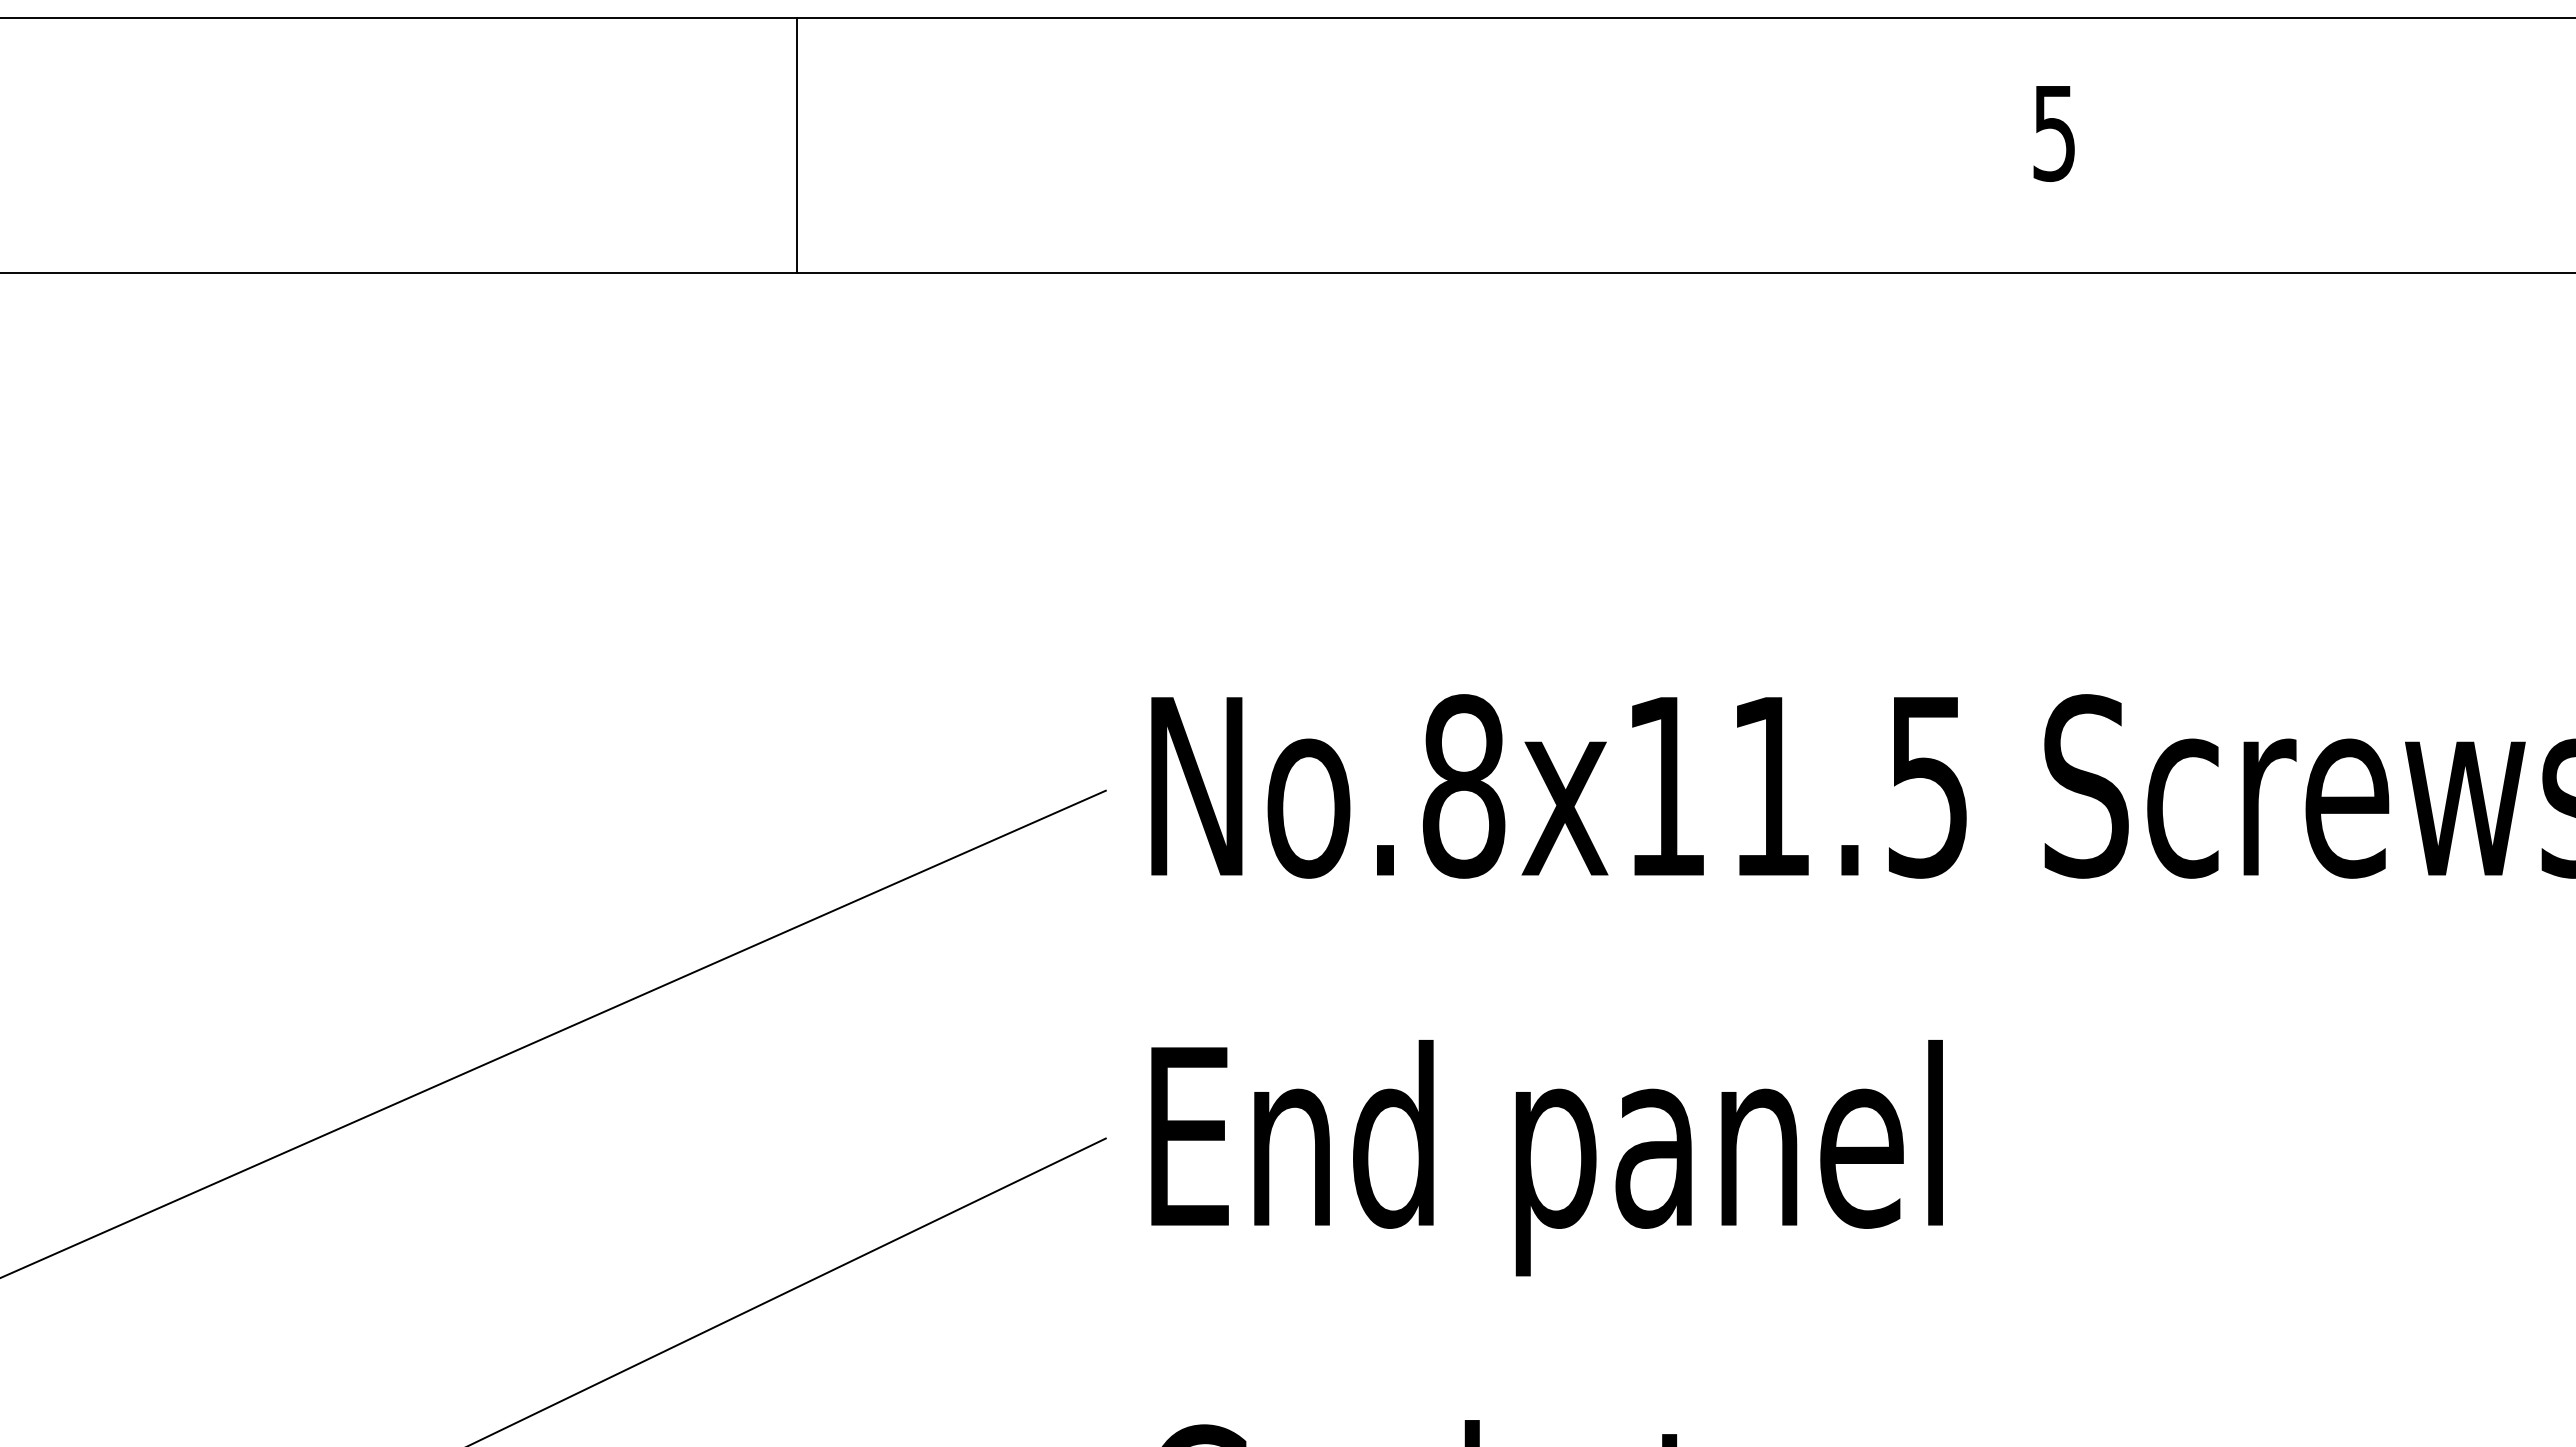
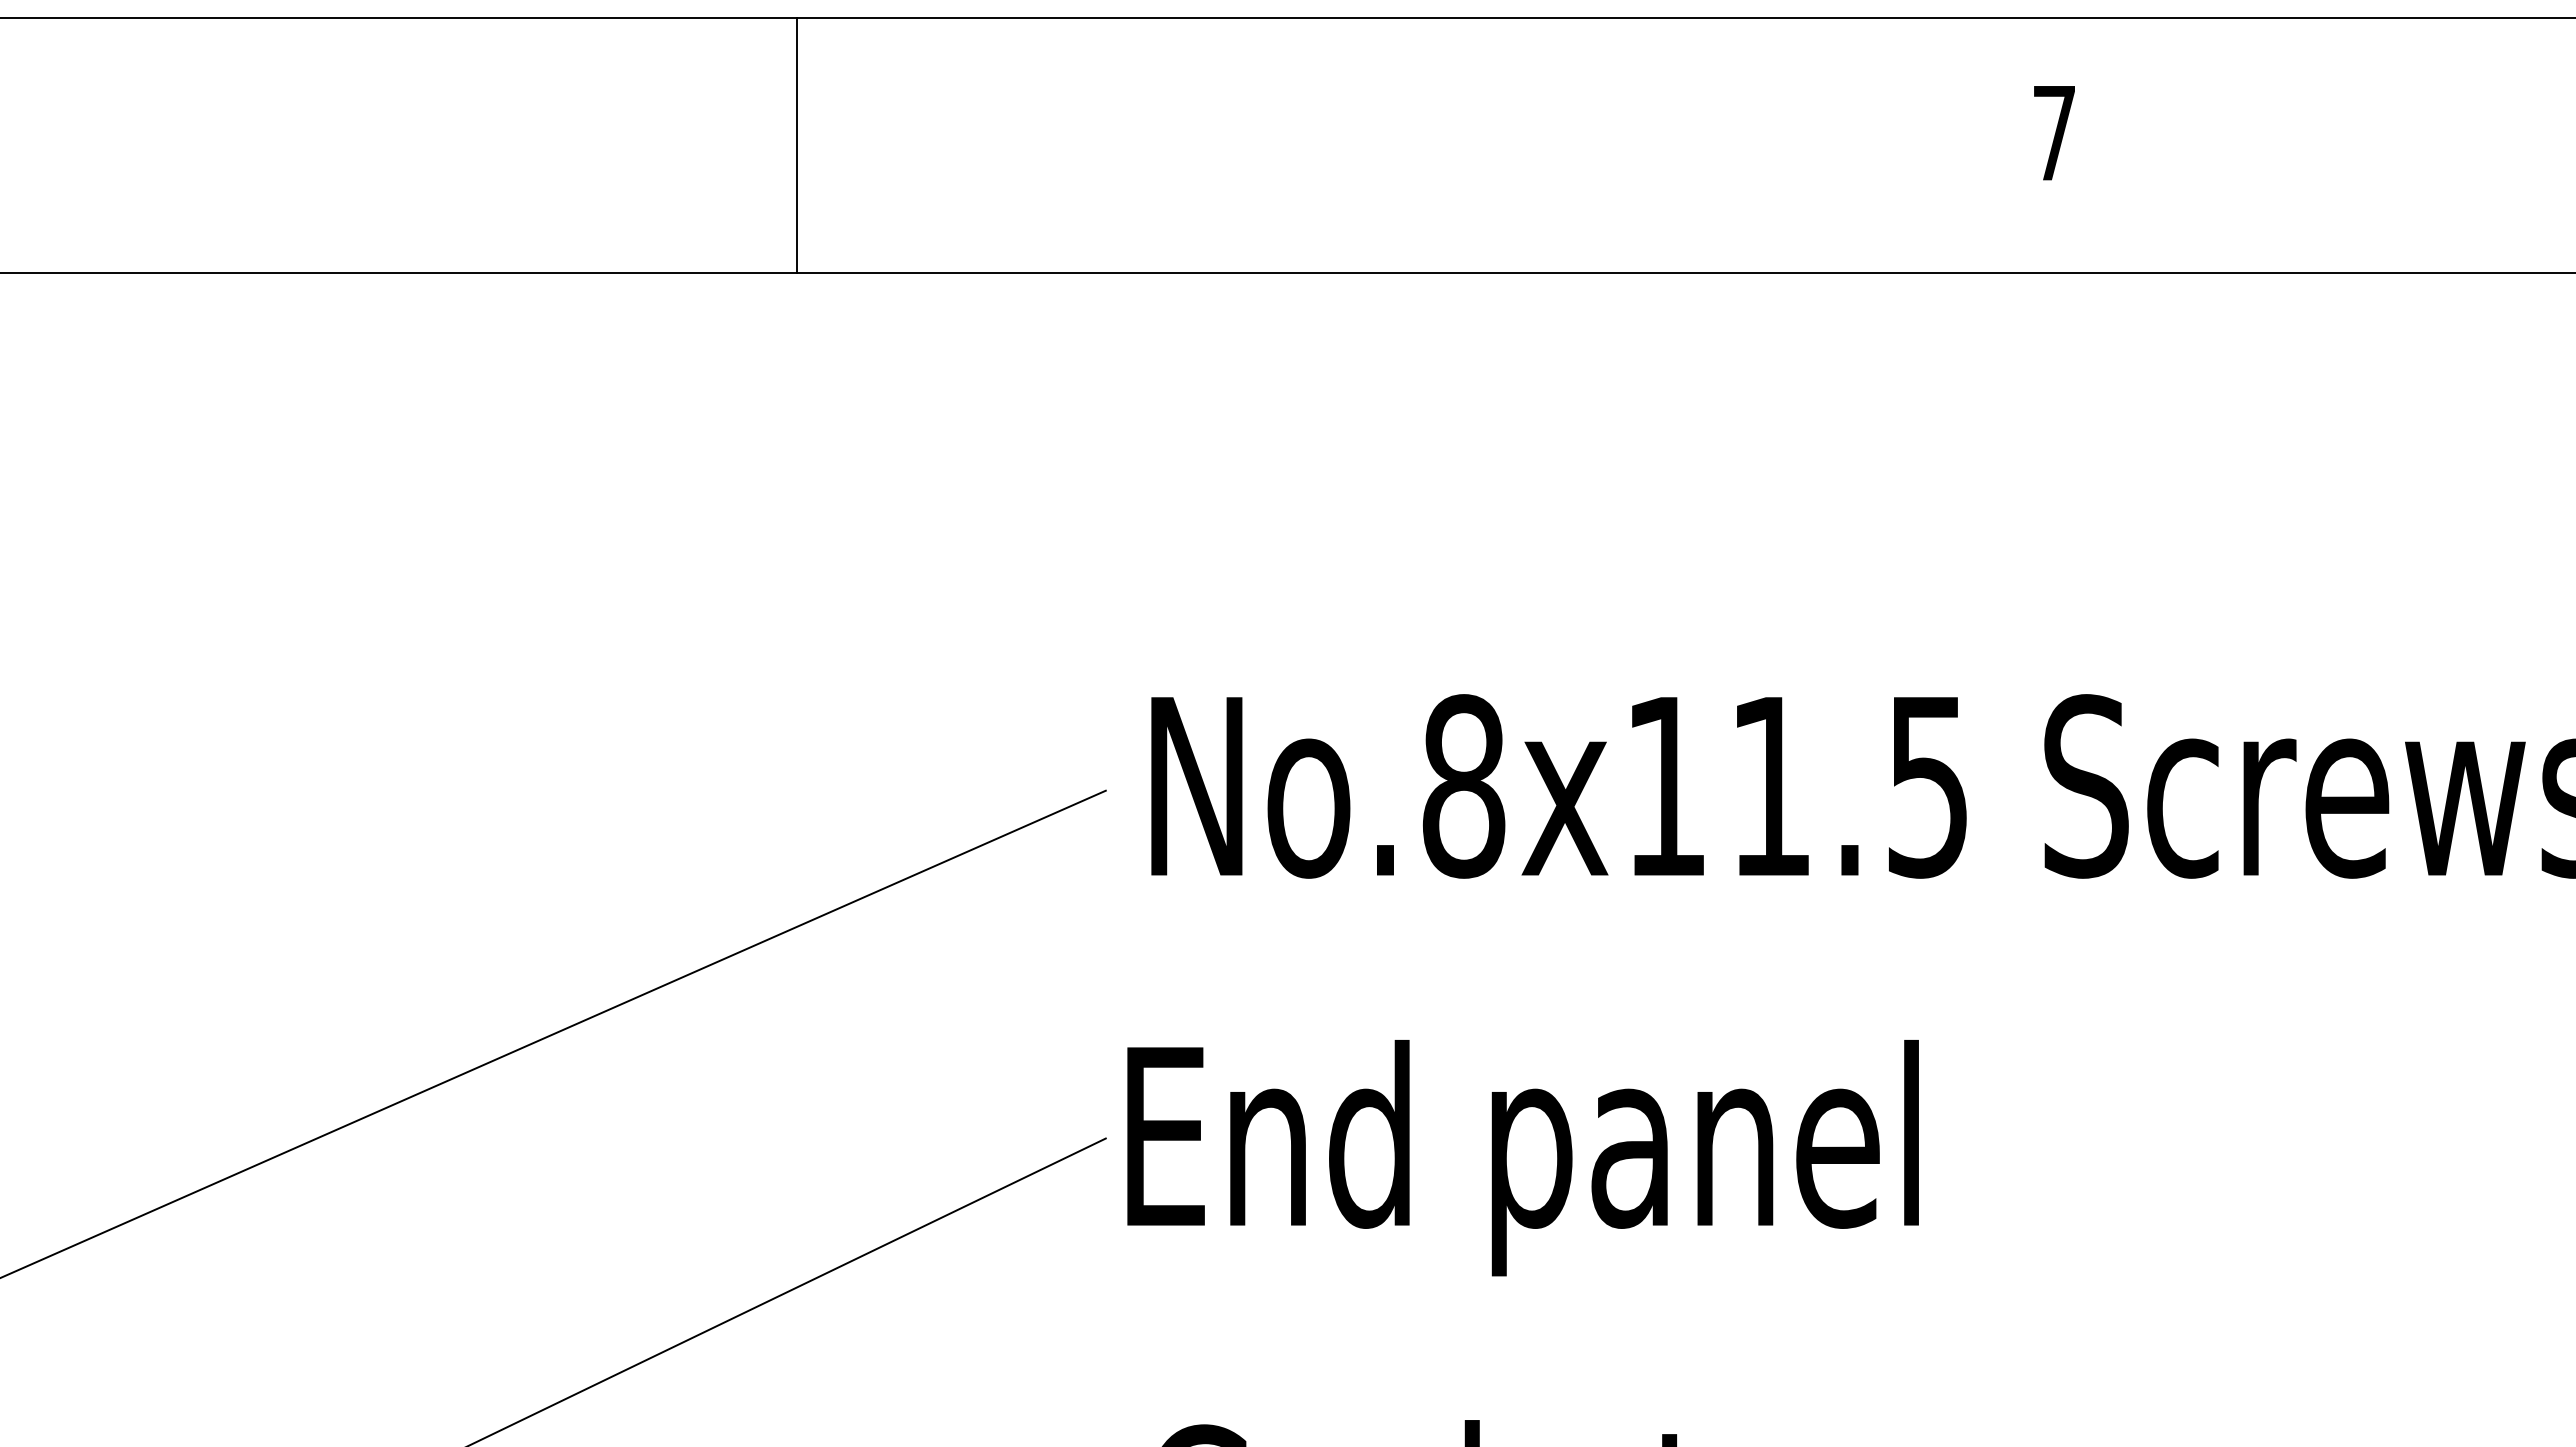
text at (2053, 134): 5 -> 7
text at (1546, 1158) position: (1546, 1158) -> (1522, 1158)
